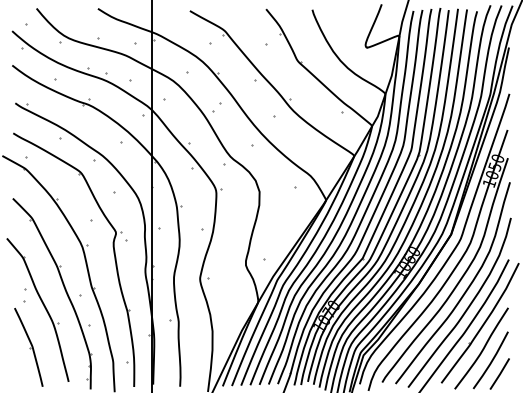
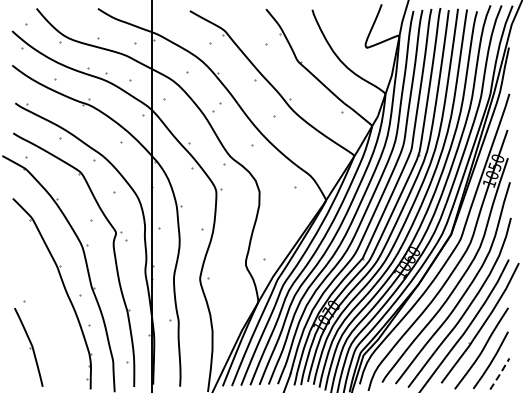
part at (43, 306): present -> none
line at (500, 374): solid -> dashed
